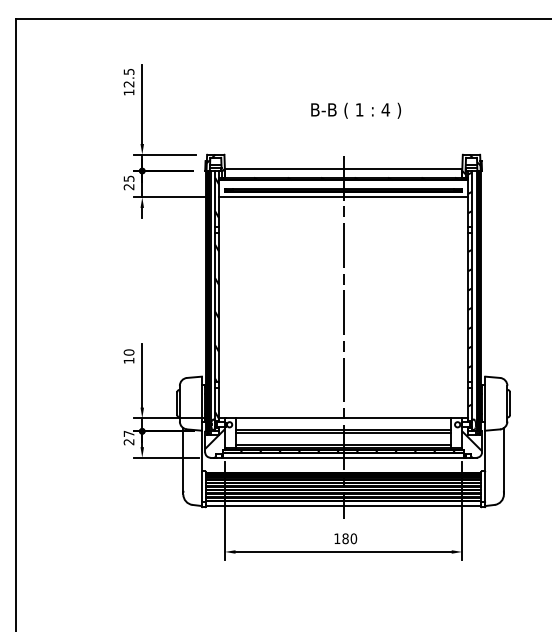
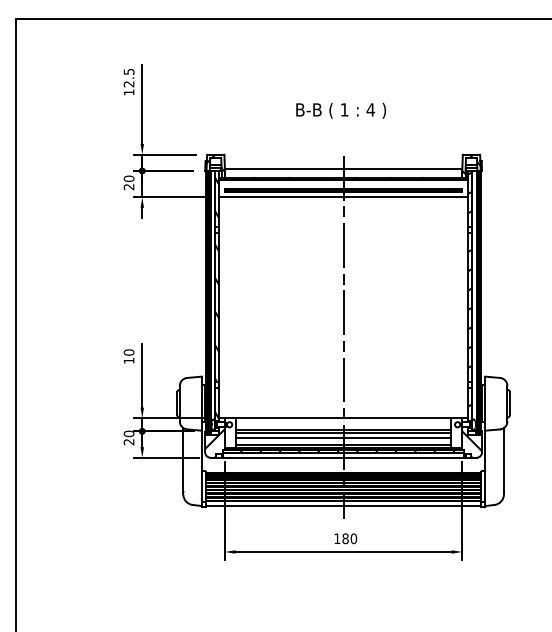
text at (356, 110) position: (356, 110) -> (341, 110)
text at (128, 178): 25 -> 20
text at (128, 433): 27 -> 20
line at (343, 437): none -> present
